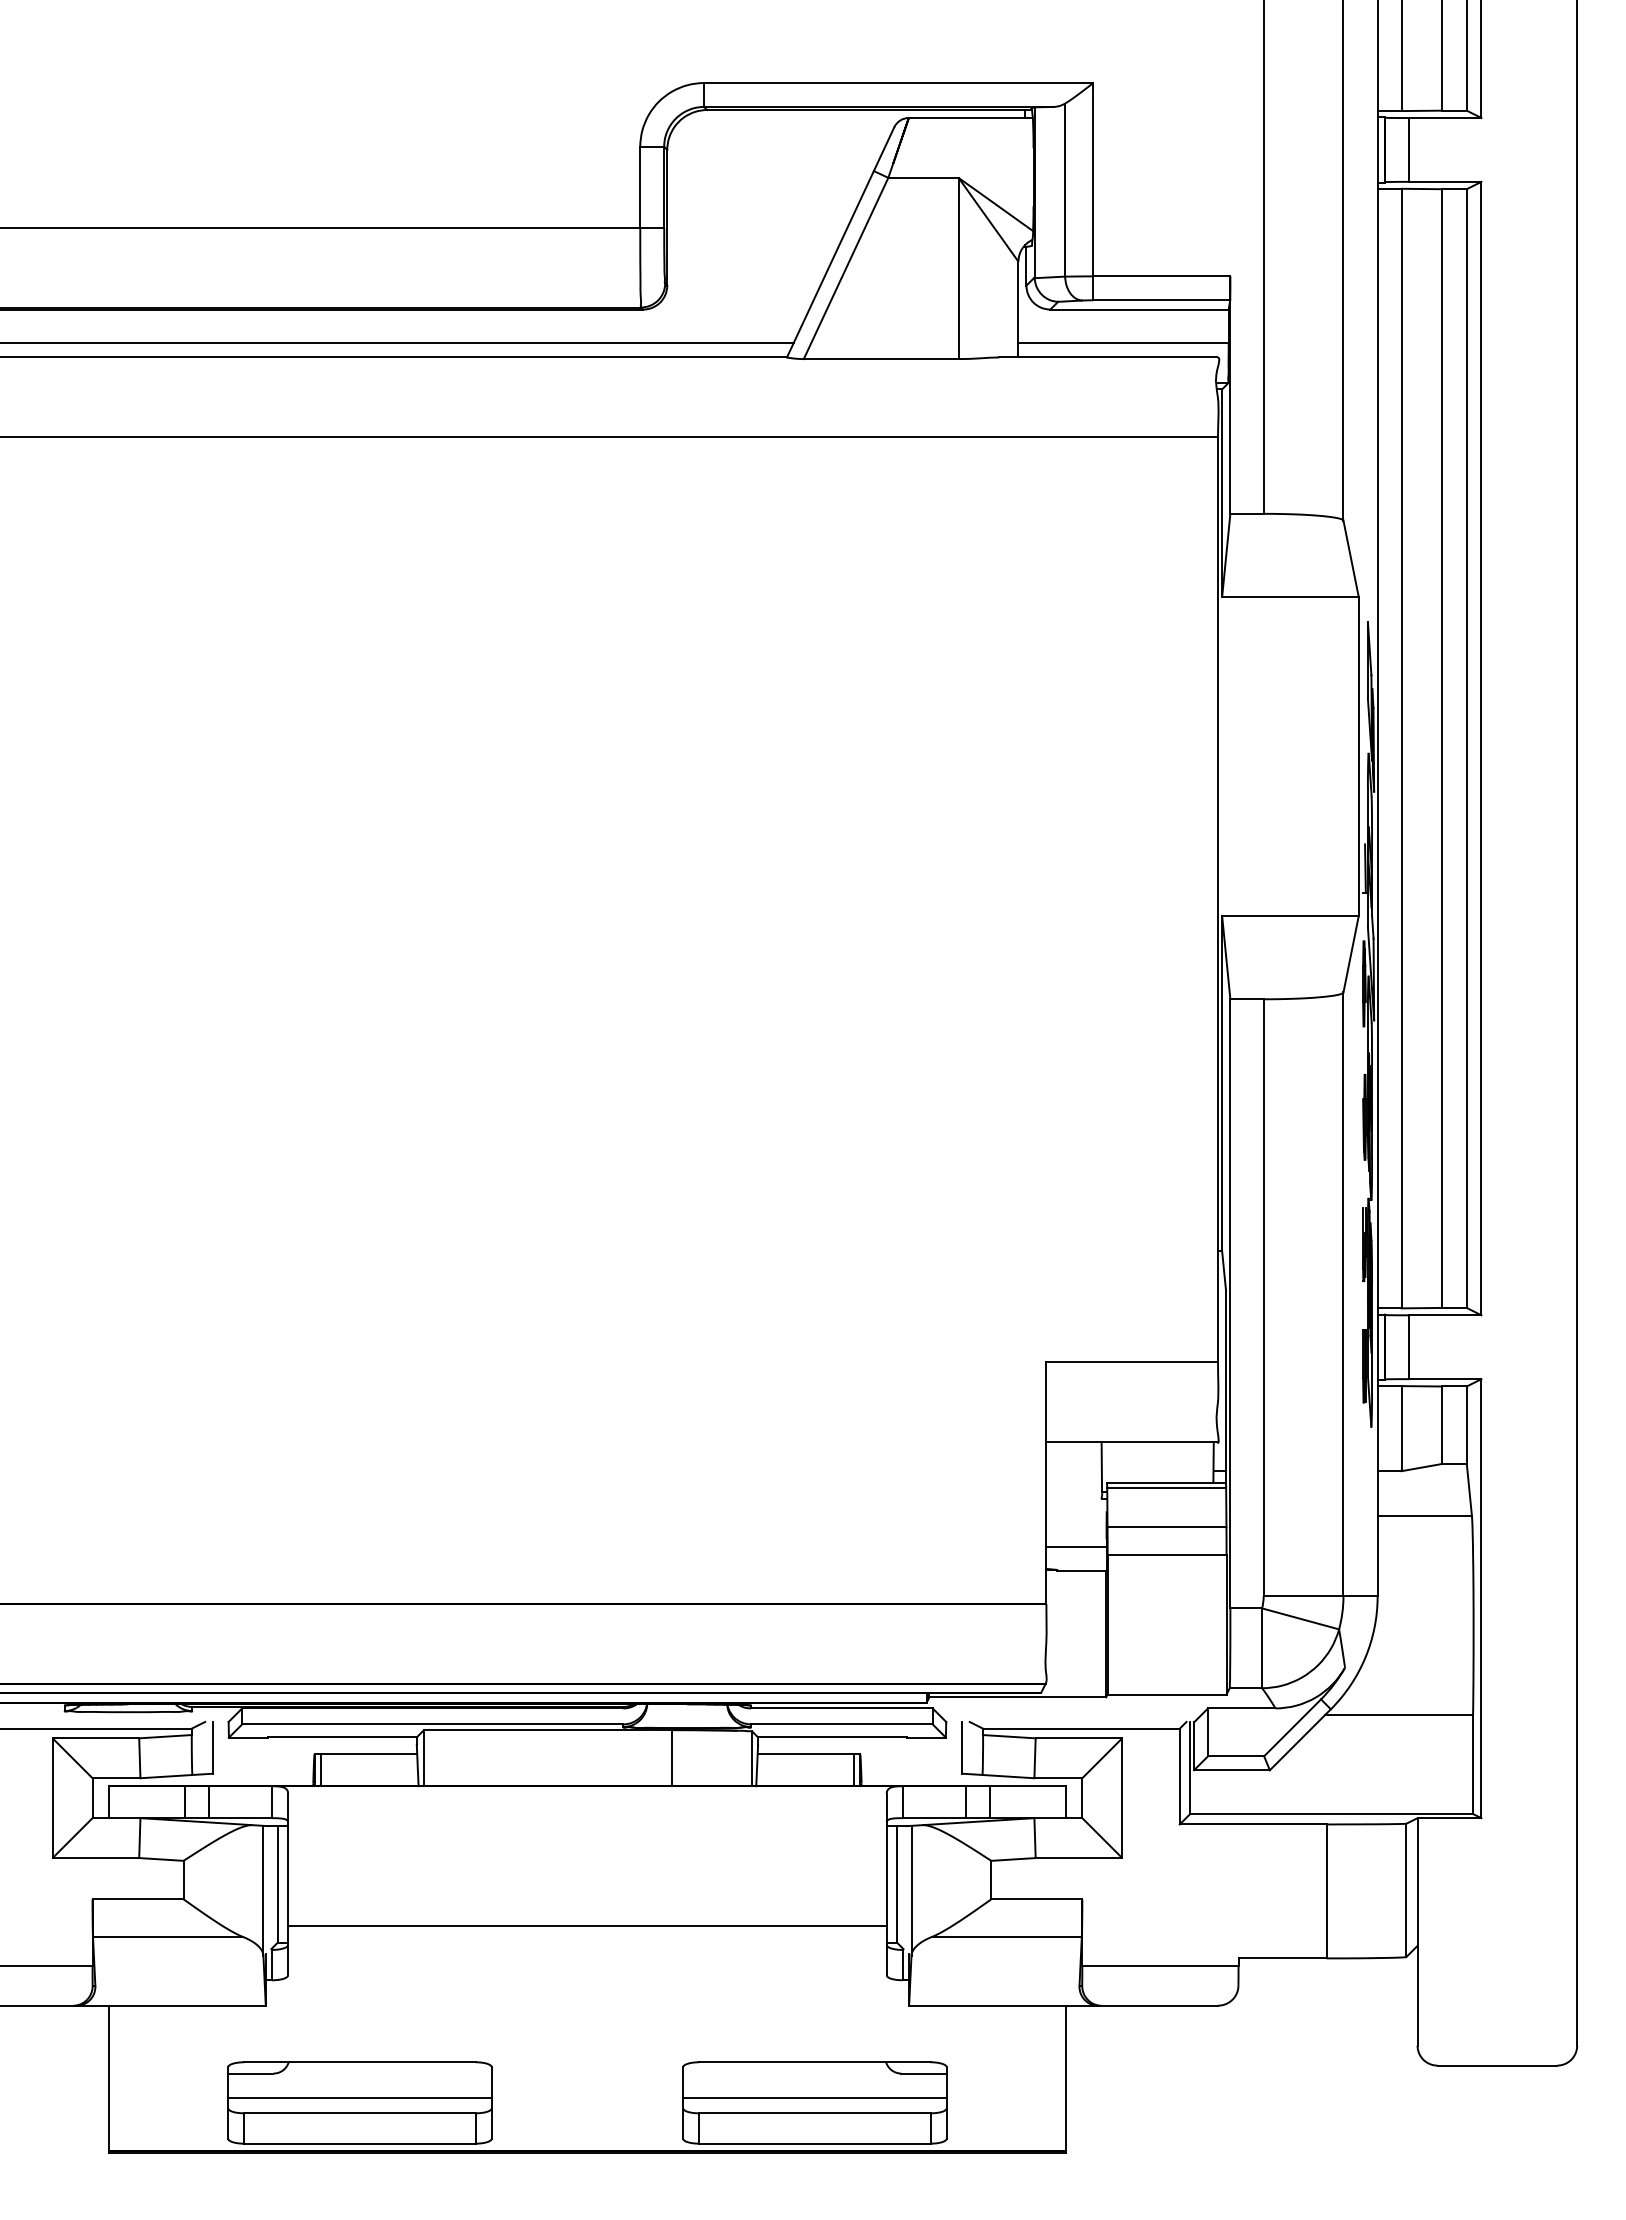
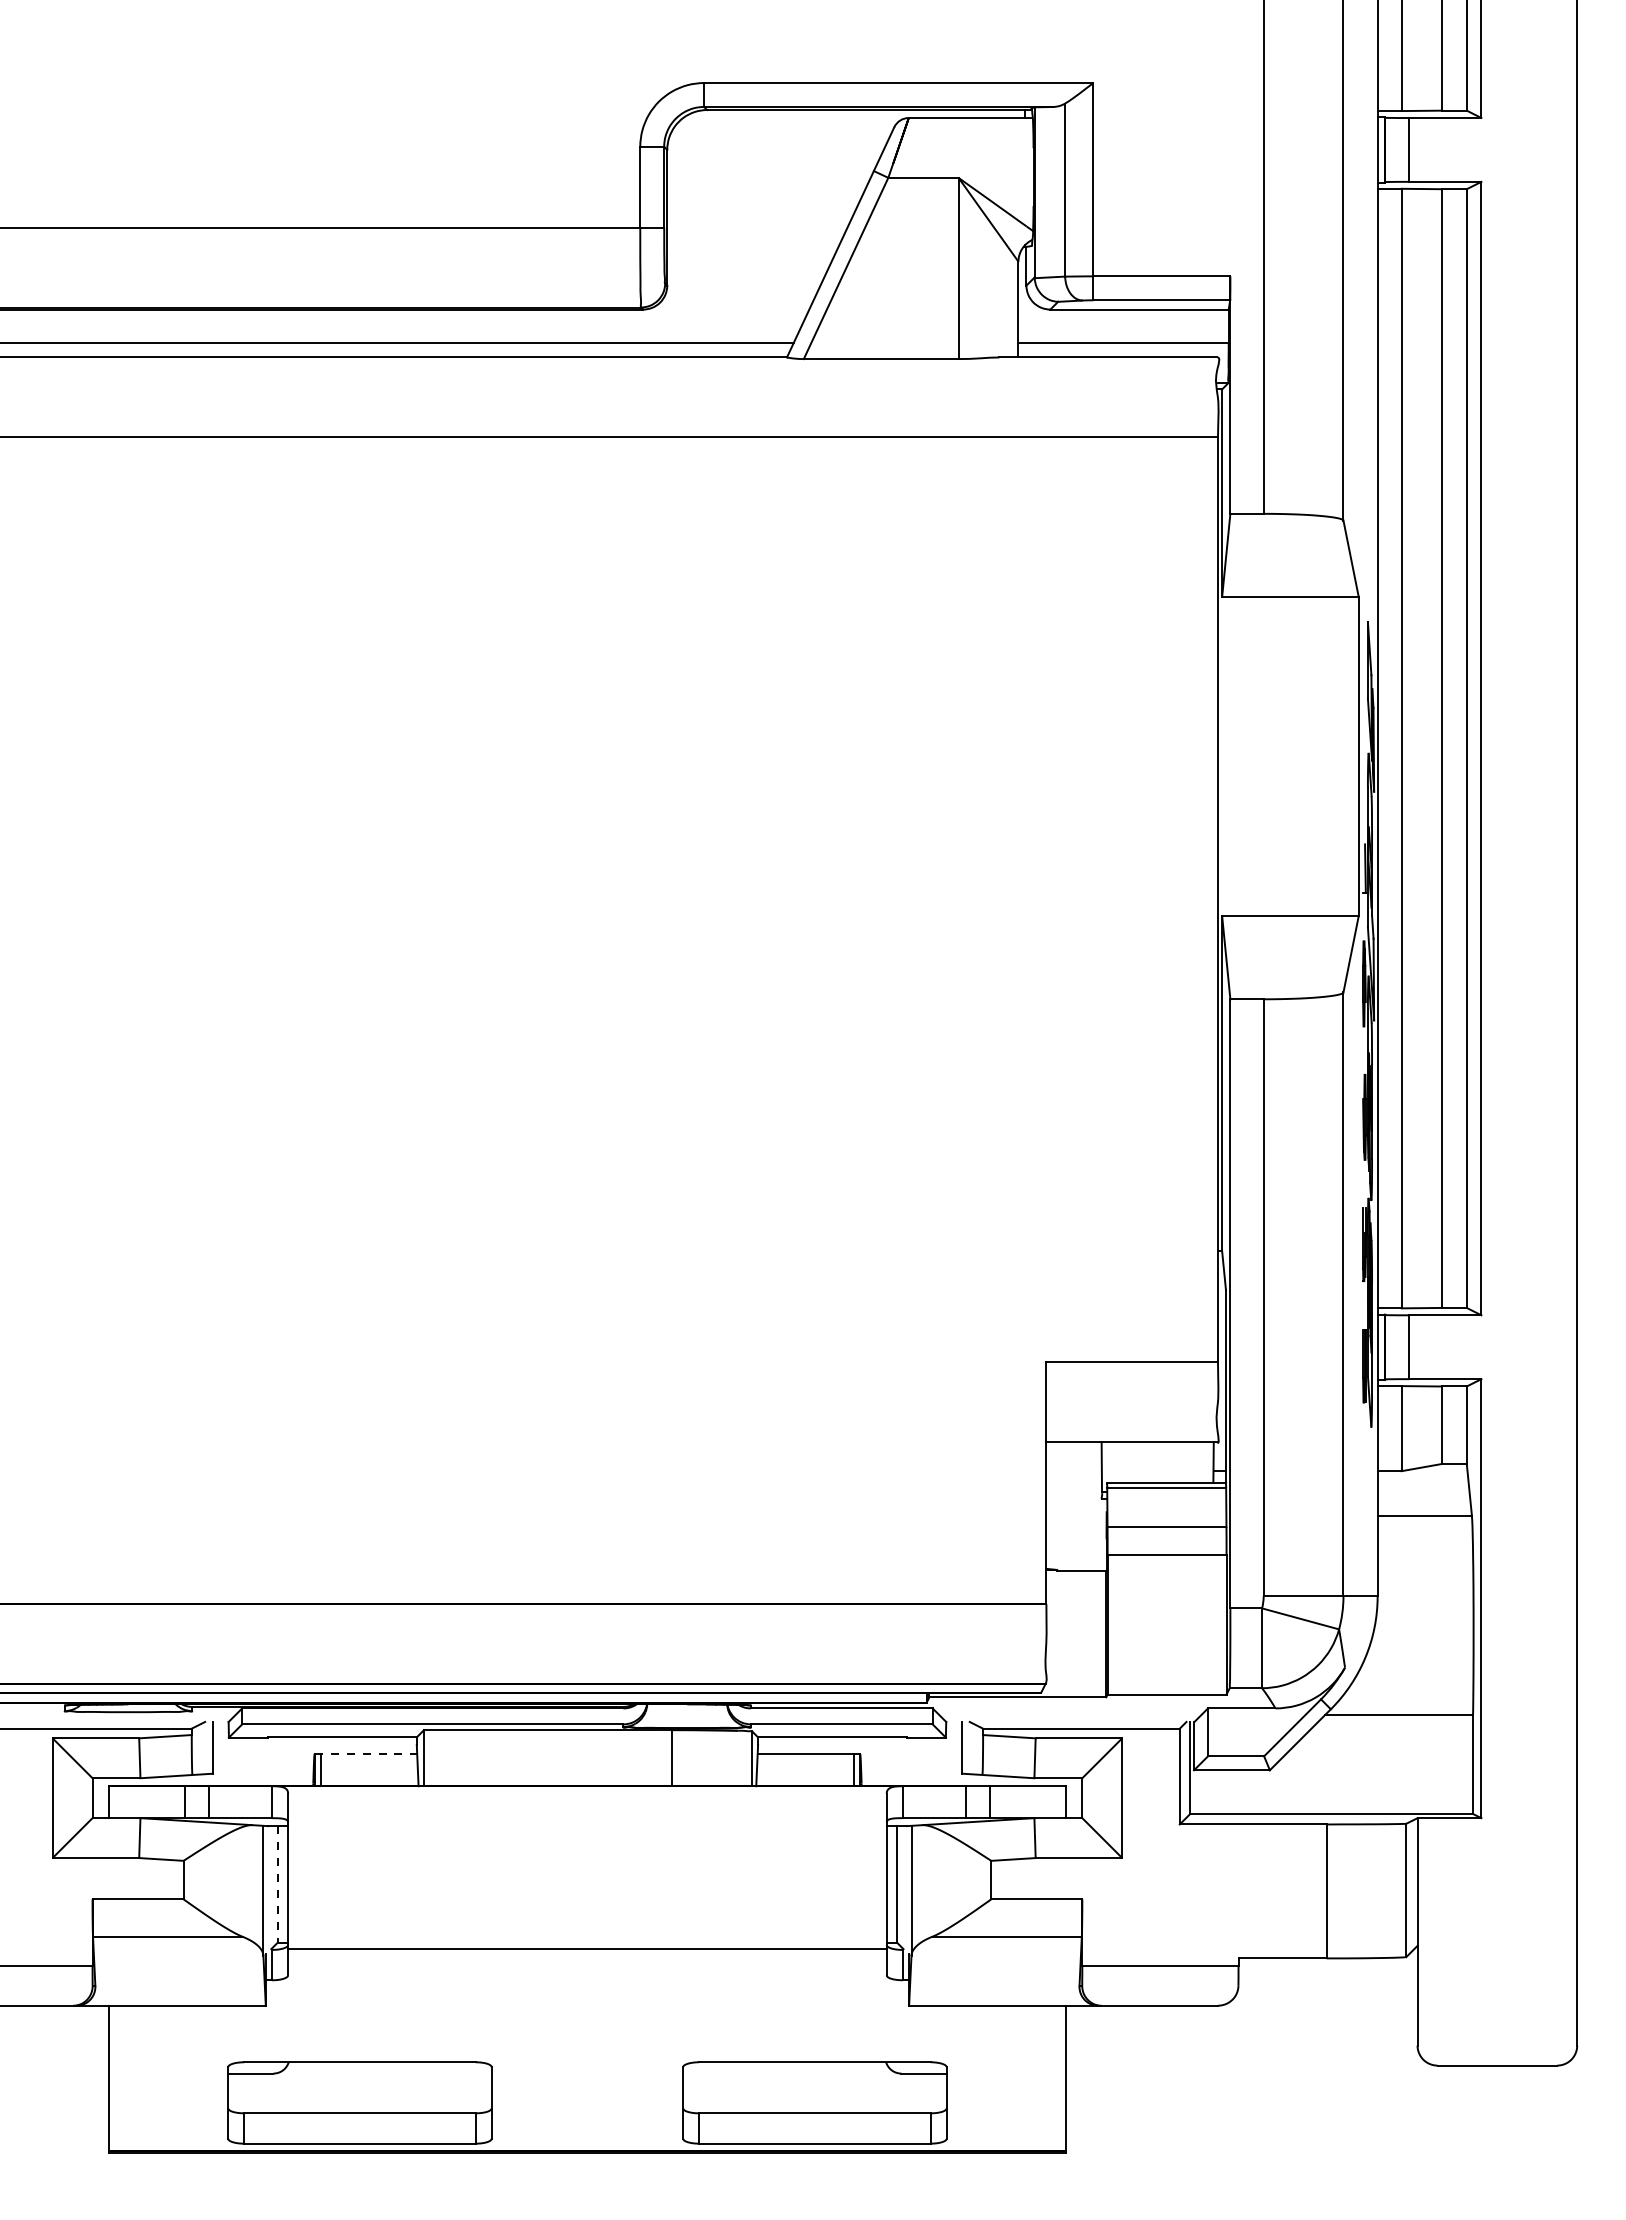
line at (1076, 1546): present -> none
line at (366, 1754): solid -> dashed
line at (277, 1884): solid -> dashed
line at (587, 1926) position: (587, 1926) -> (587, 1949)
line at (359, 2097): present -> none
line at (814, 2097): present -> none
